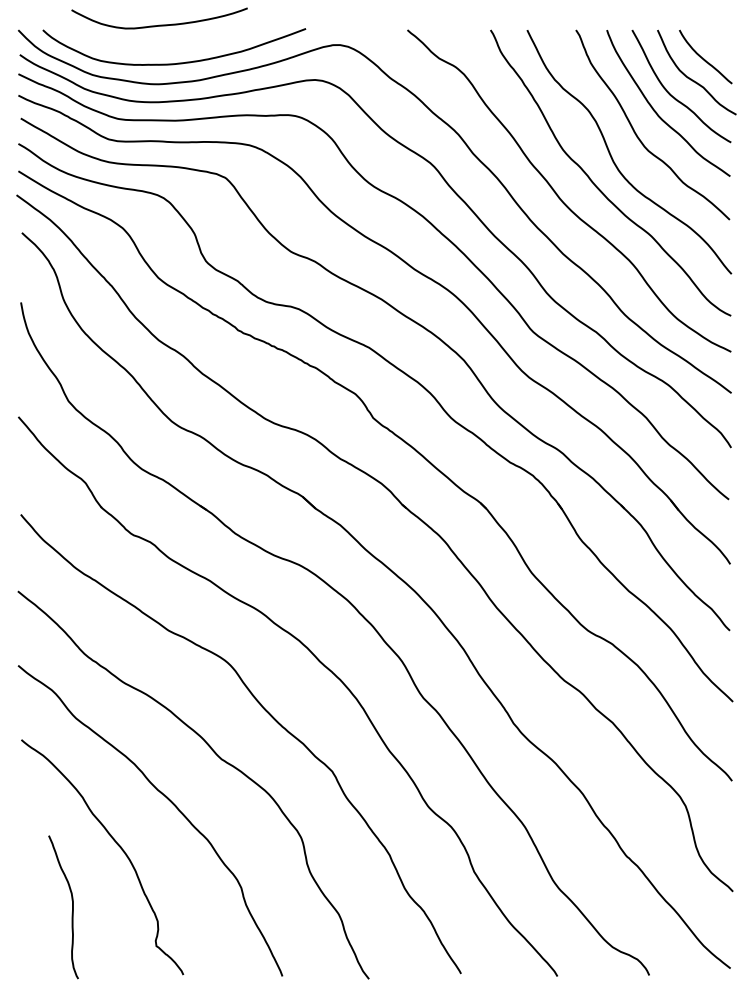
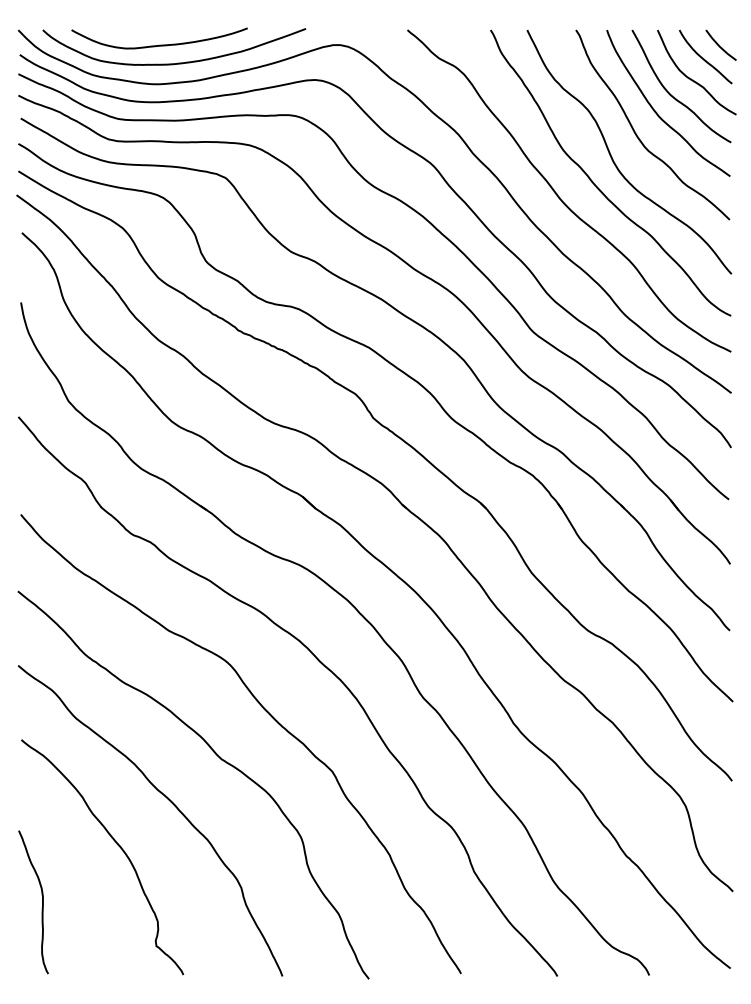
curve at (159, 24) position: (159, 24) -> (159, 44)
line at (719, 44): none -> present
curve at (72, 907) position: (72, 907) -> (42, 902)
